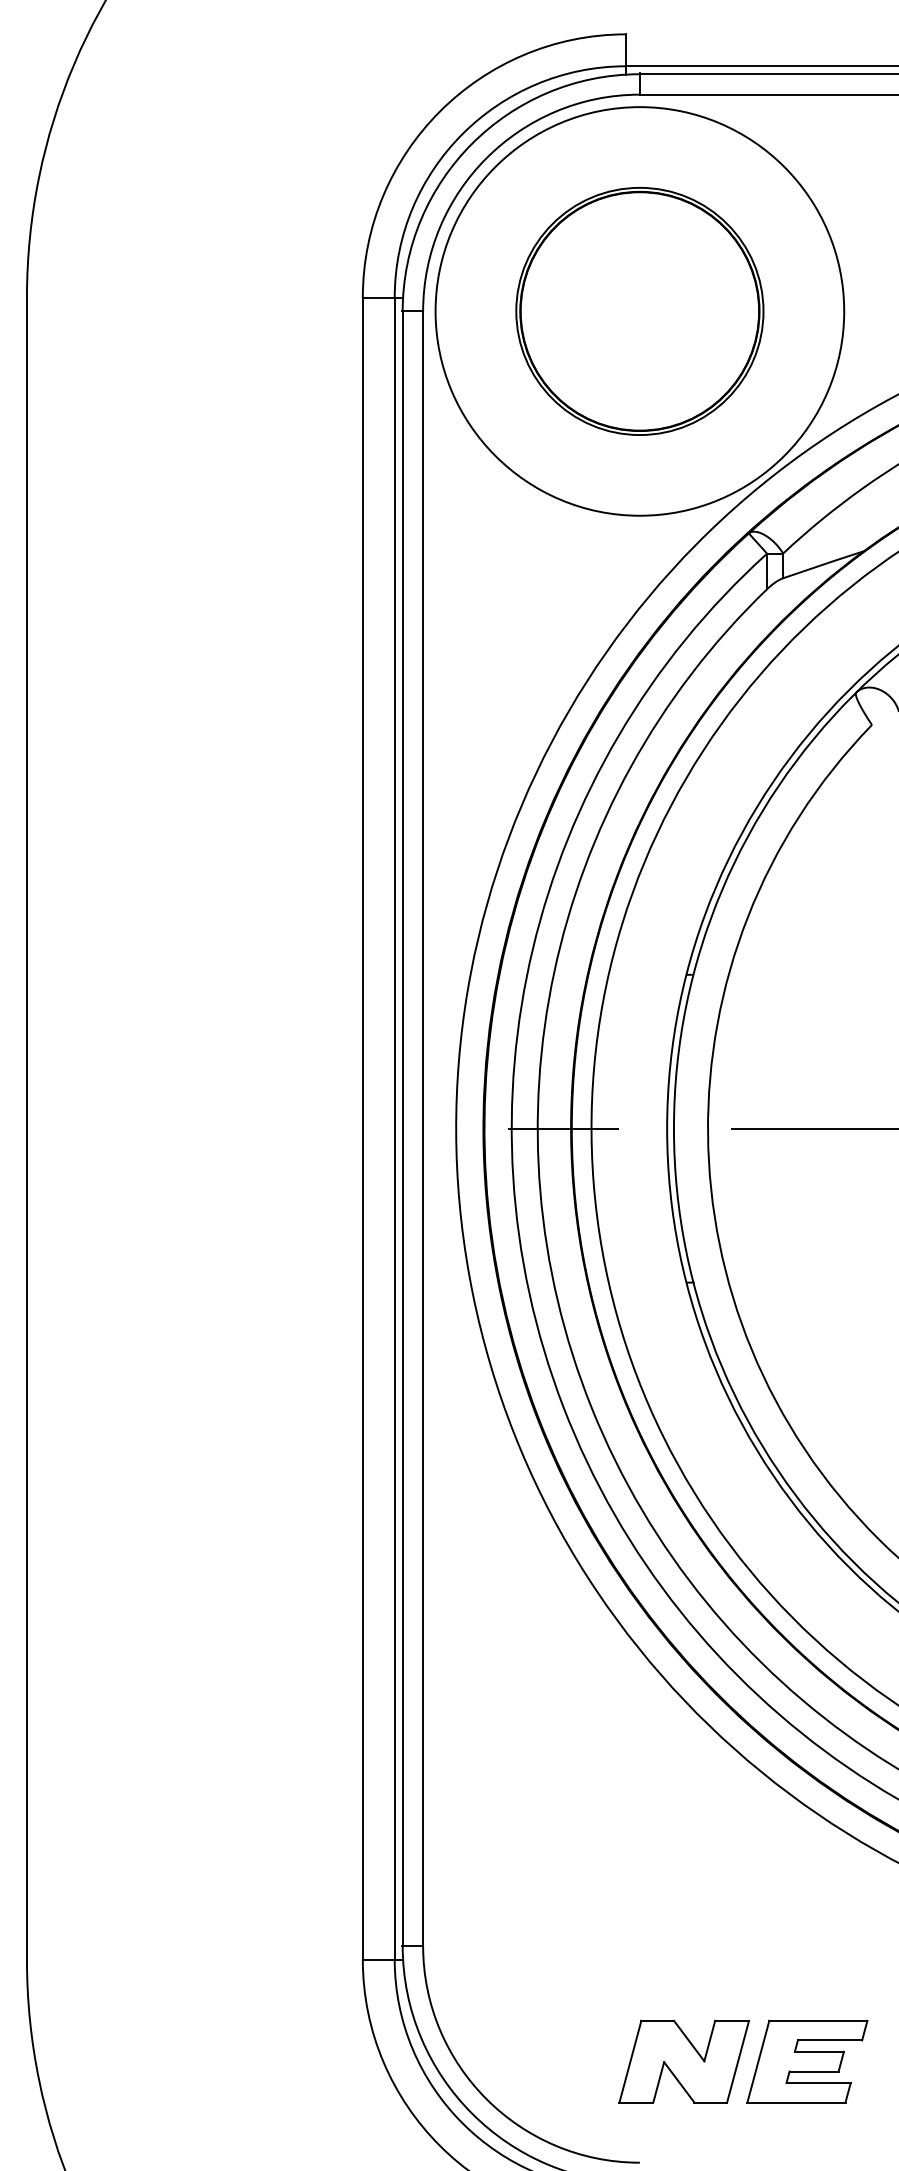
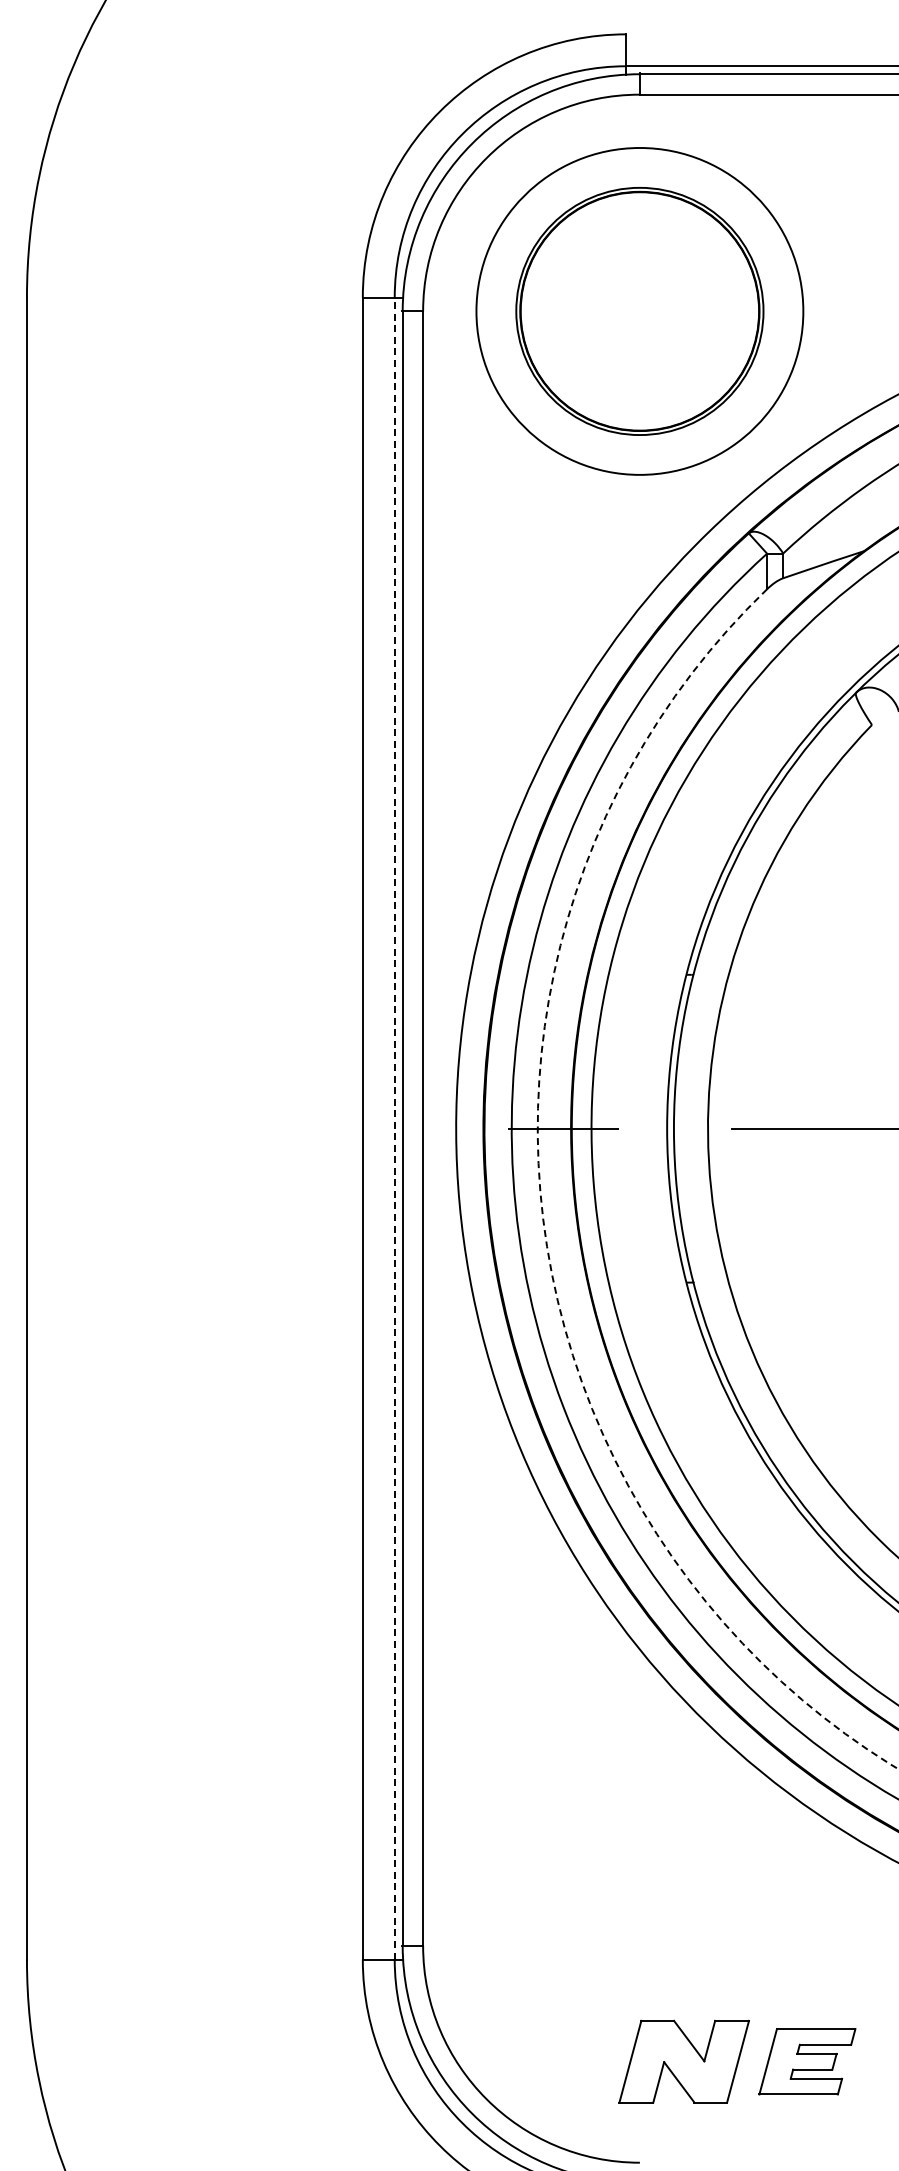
circle at (639, 311) diameter: 409 px -> 327 px
line at (394, 1128): solid -> dashed
arc at (542, 1214): solid -> dashed
part at (807, 2061) size: 123x84 px -> 99x68 px
